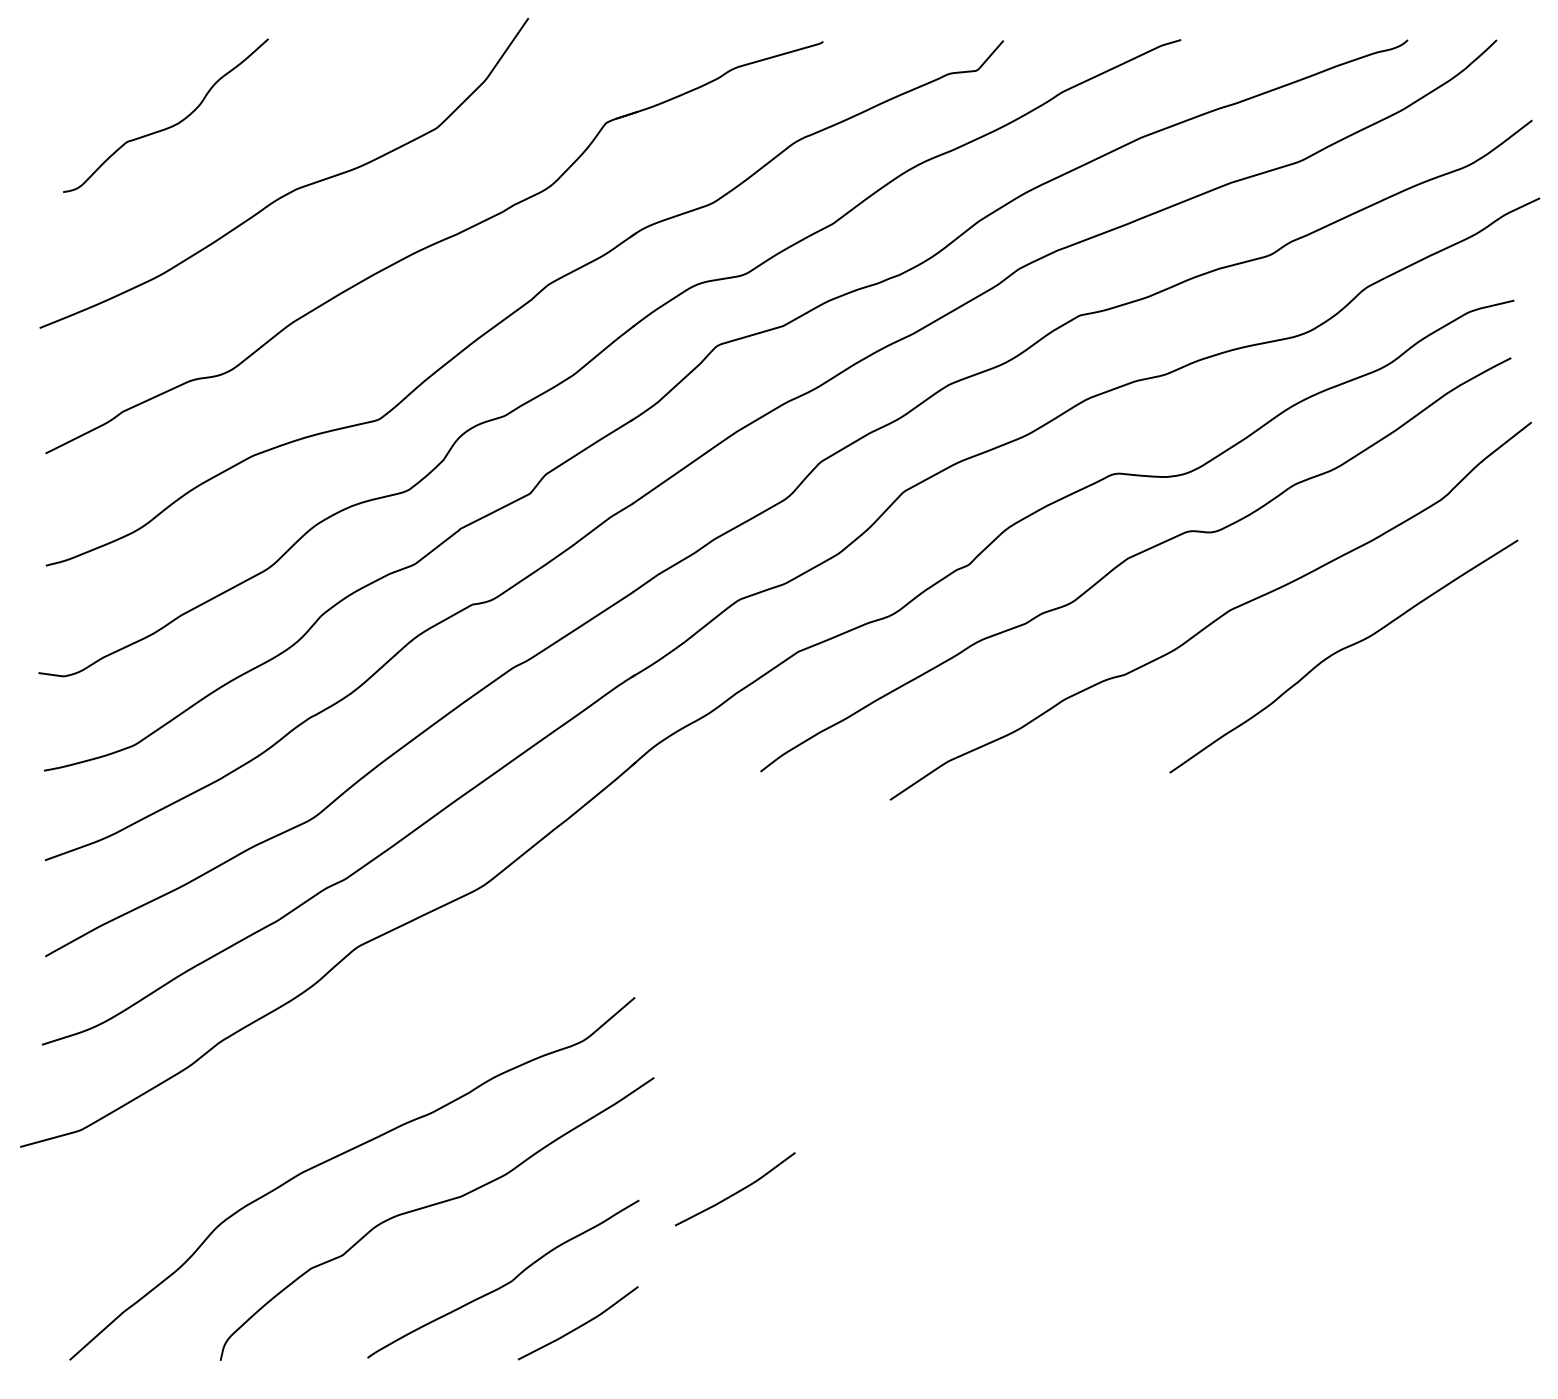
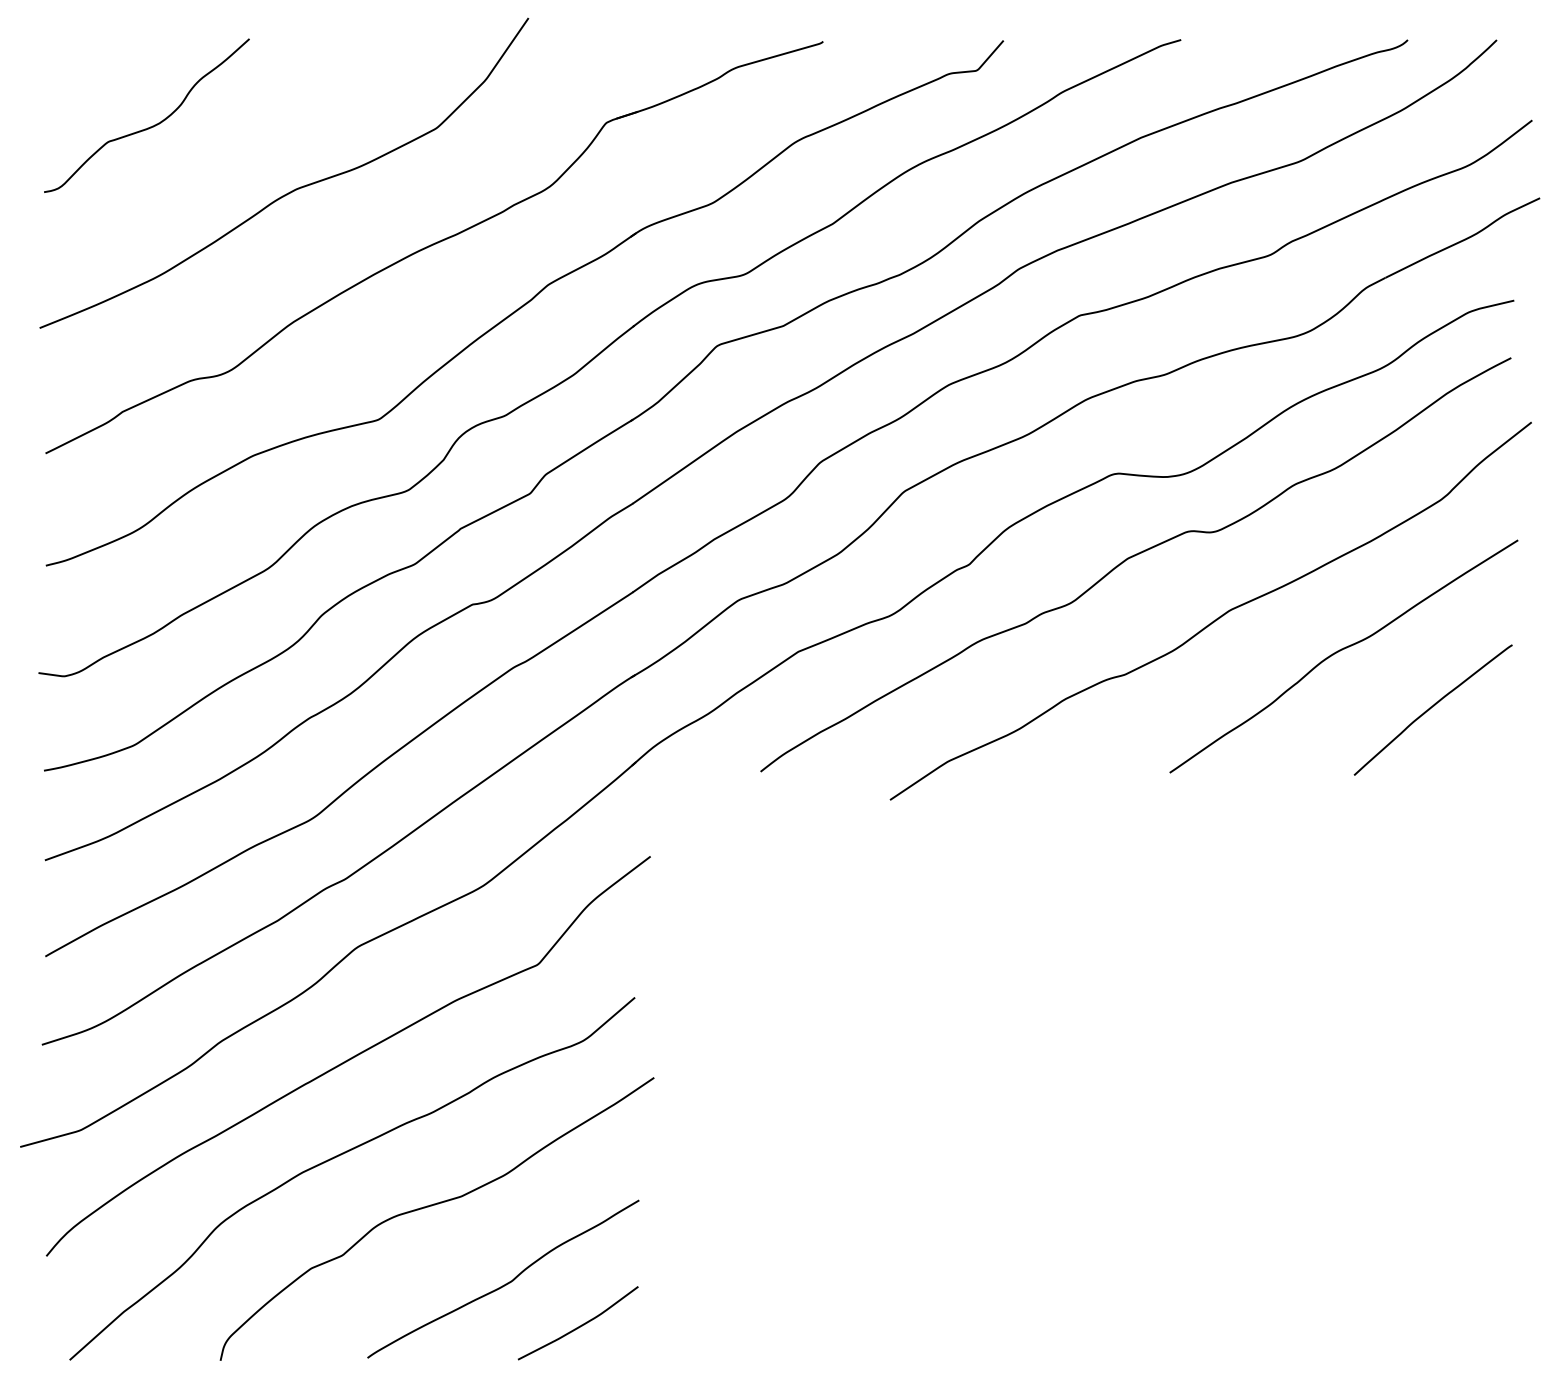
curve at (171, 125) position: (171, 125) -> (152, 125)
curve at (1431, 708): none -> present
curve at (350, 1057): none -> present
curve at (736, 1191): present -> none
